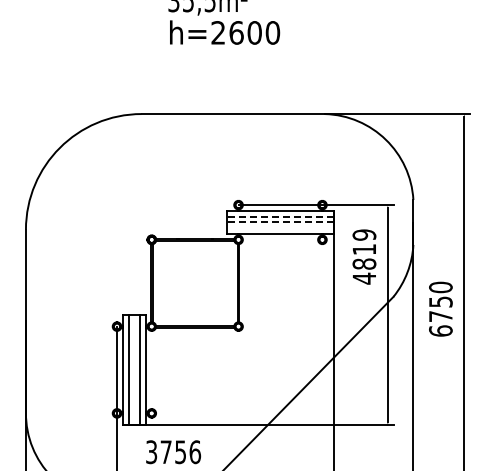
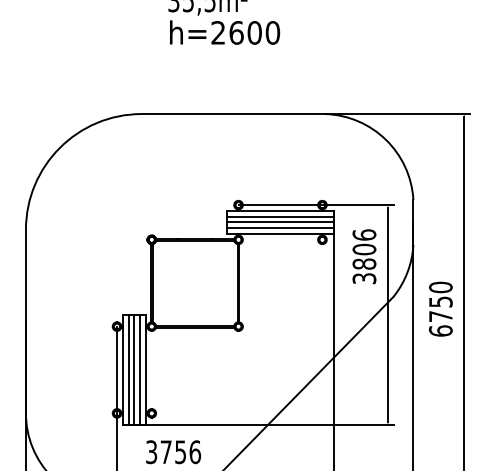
line at (280, 216): dashed -> solid
line at (280, 222): dashed -> solid
line at (280, 228): none -> present
text at (364, 256): 4819 -> 3806
line at (134, 369): none -> present
